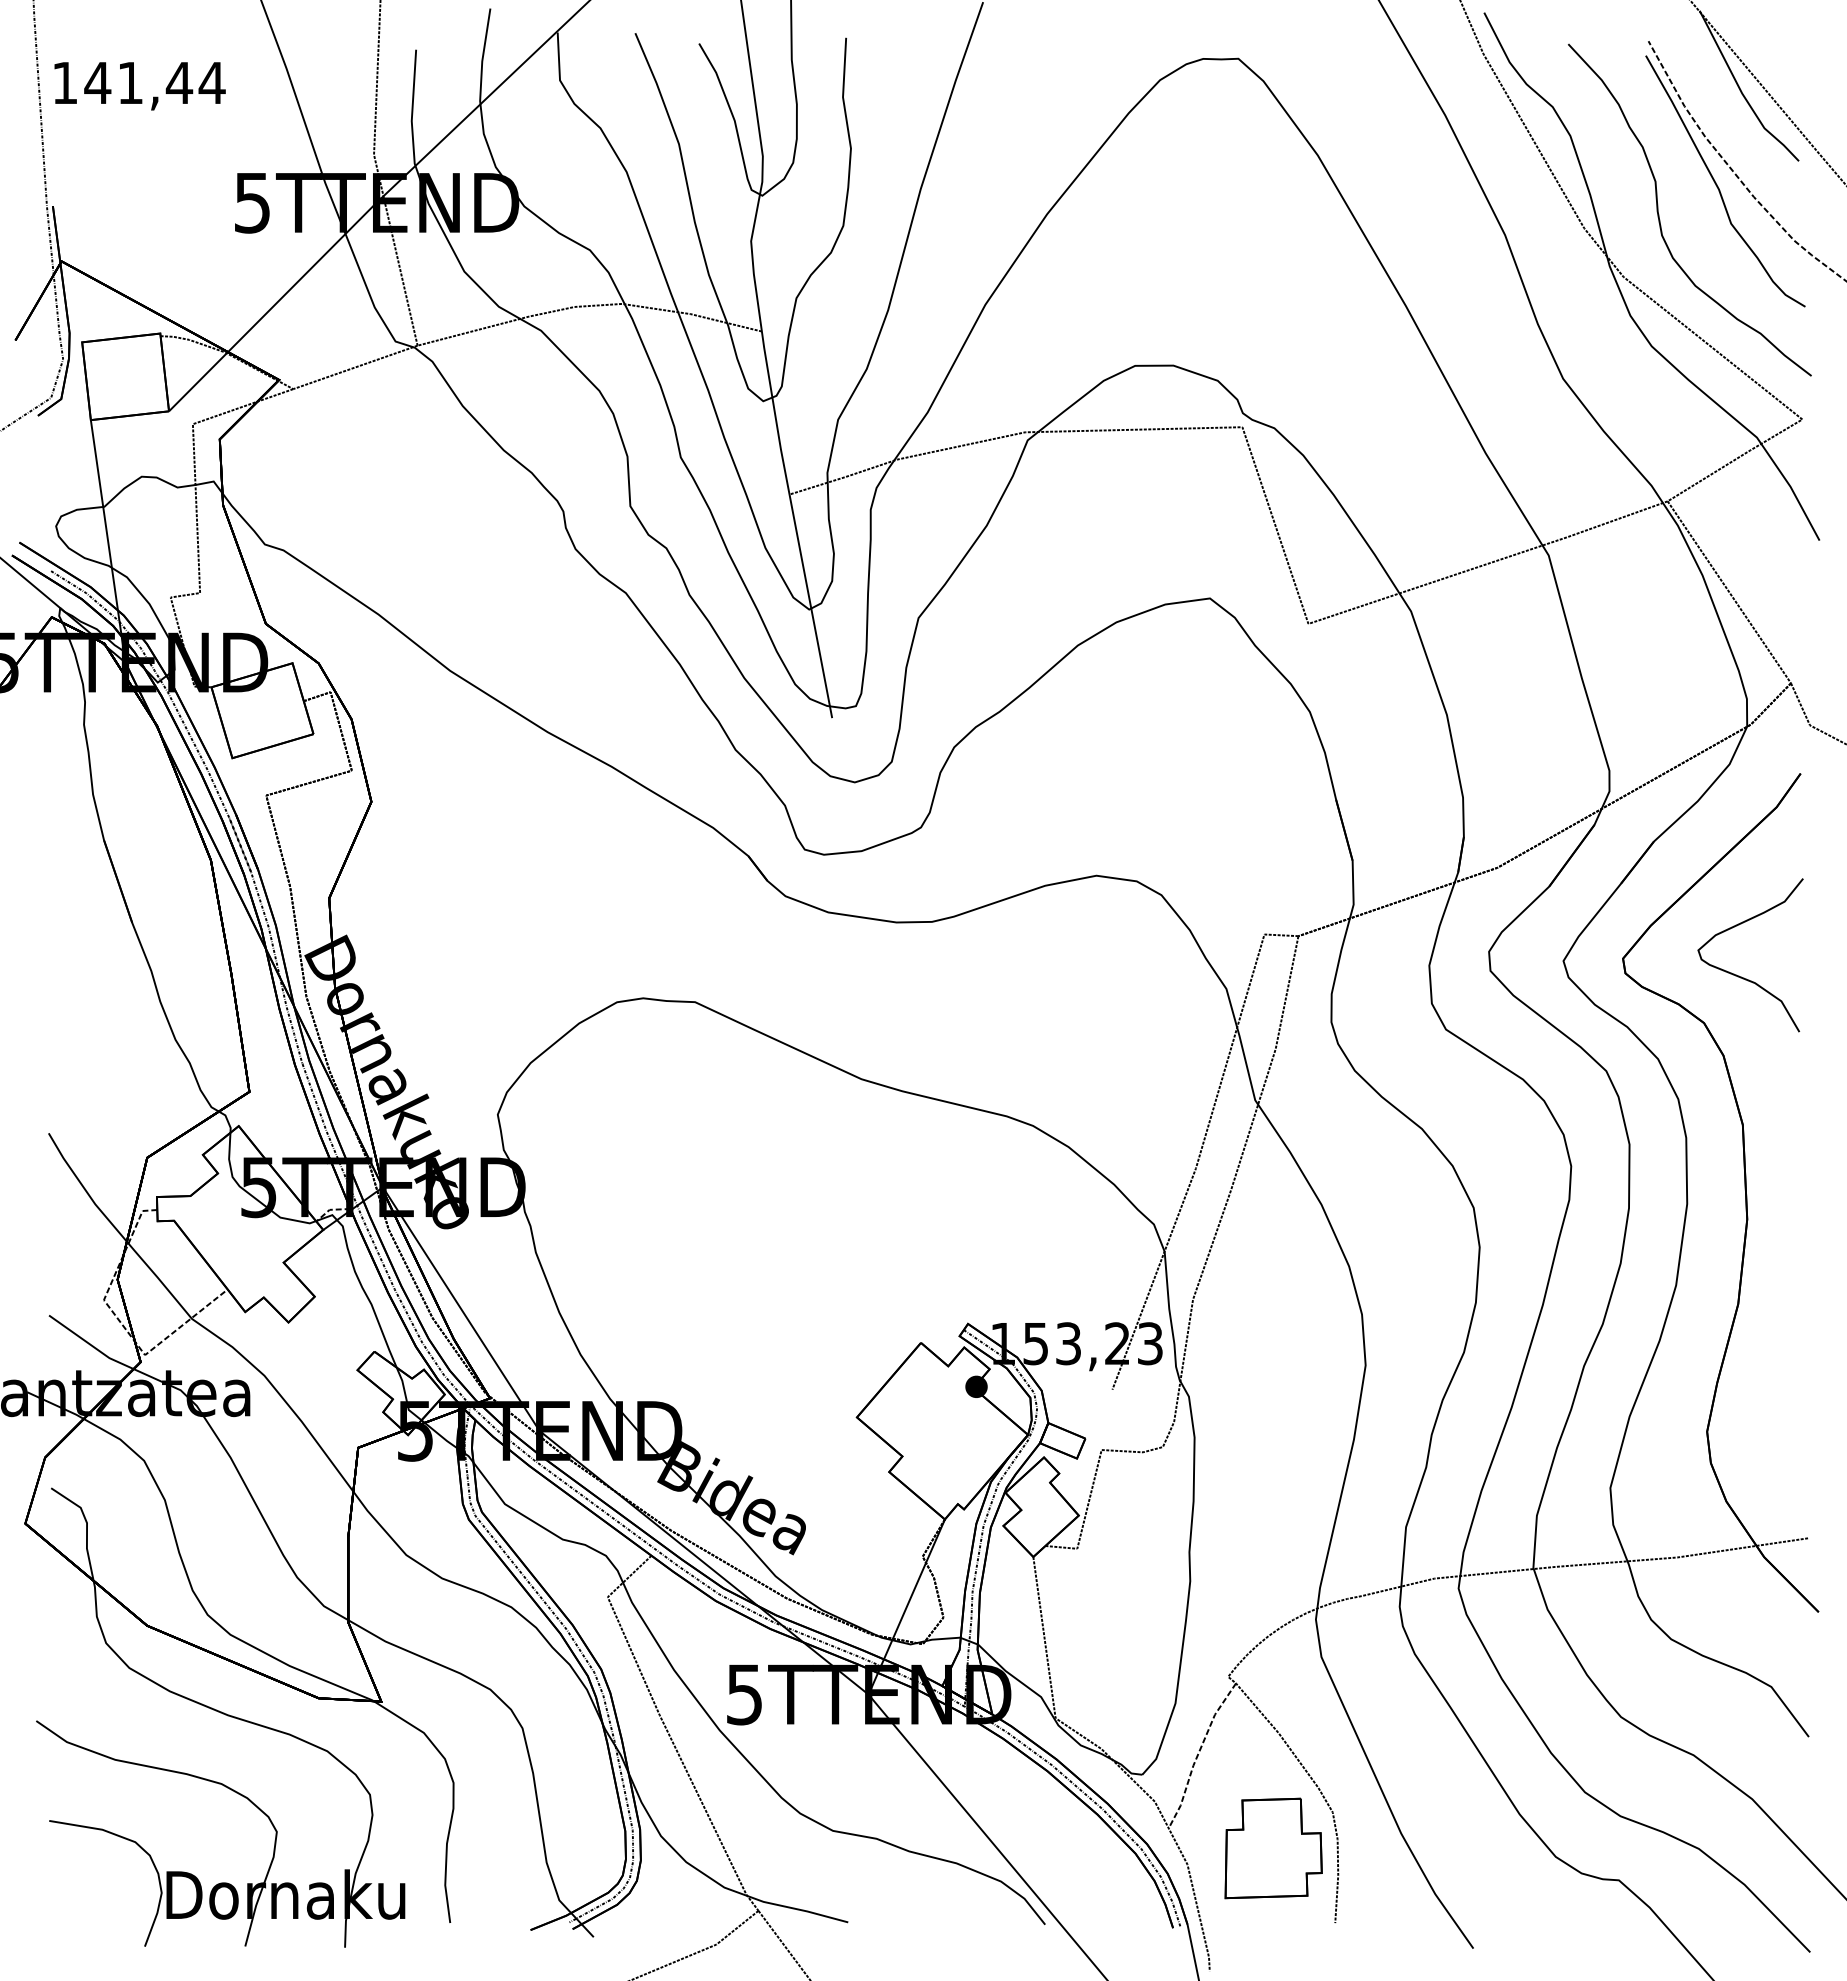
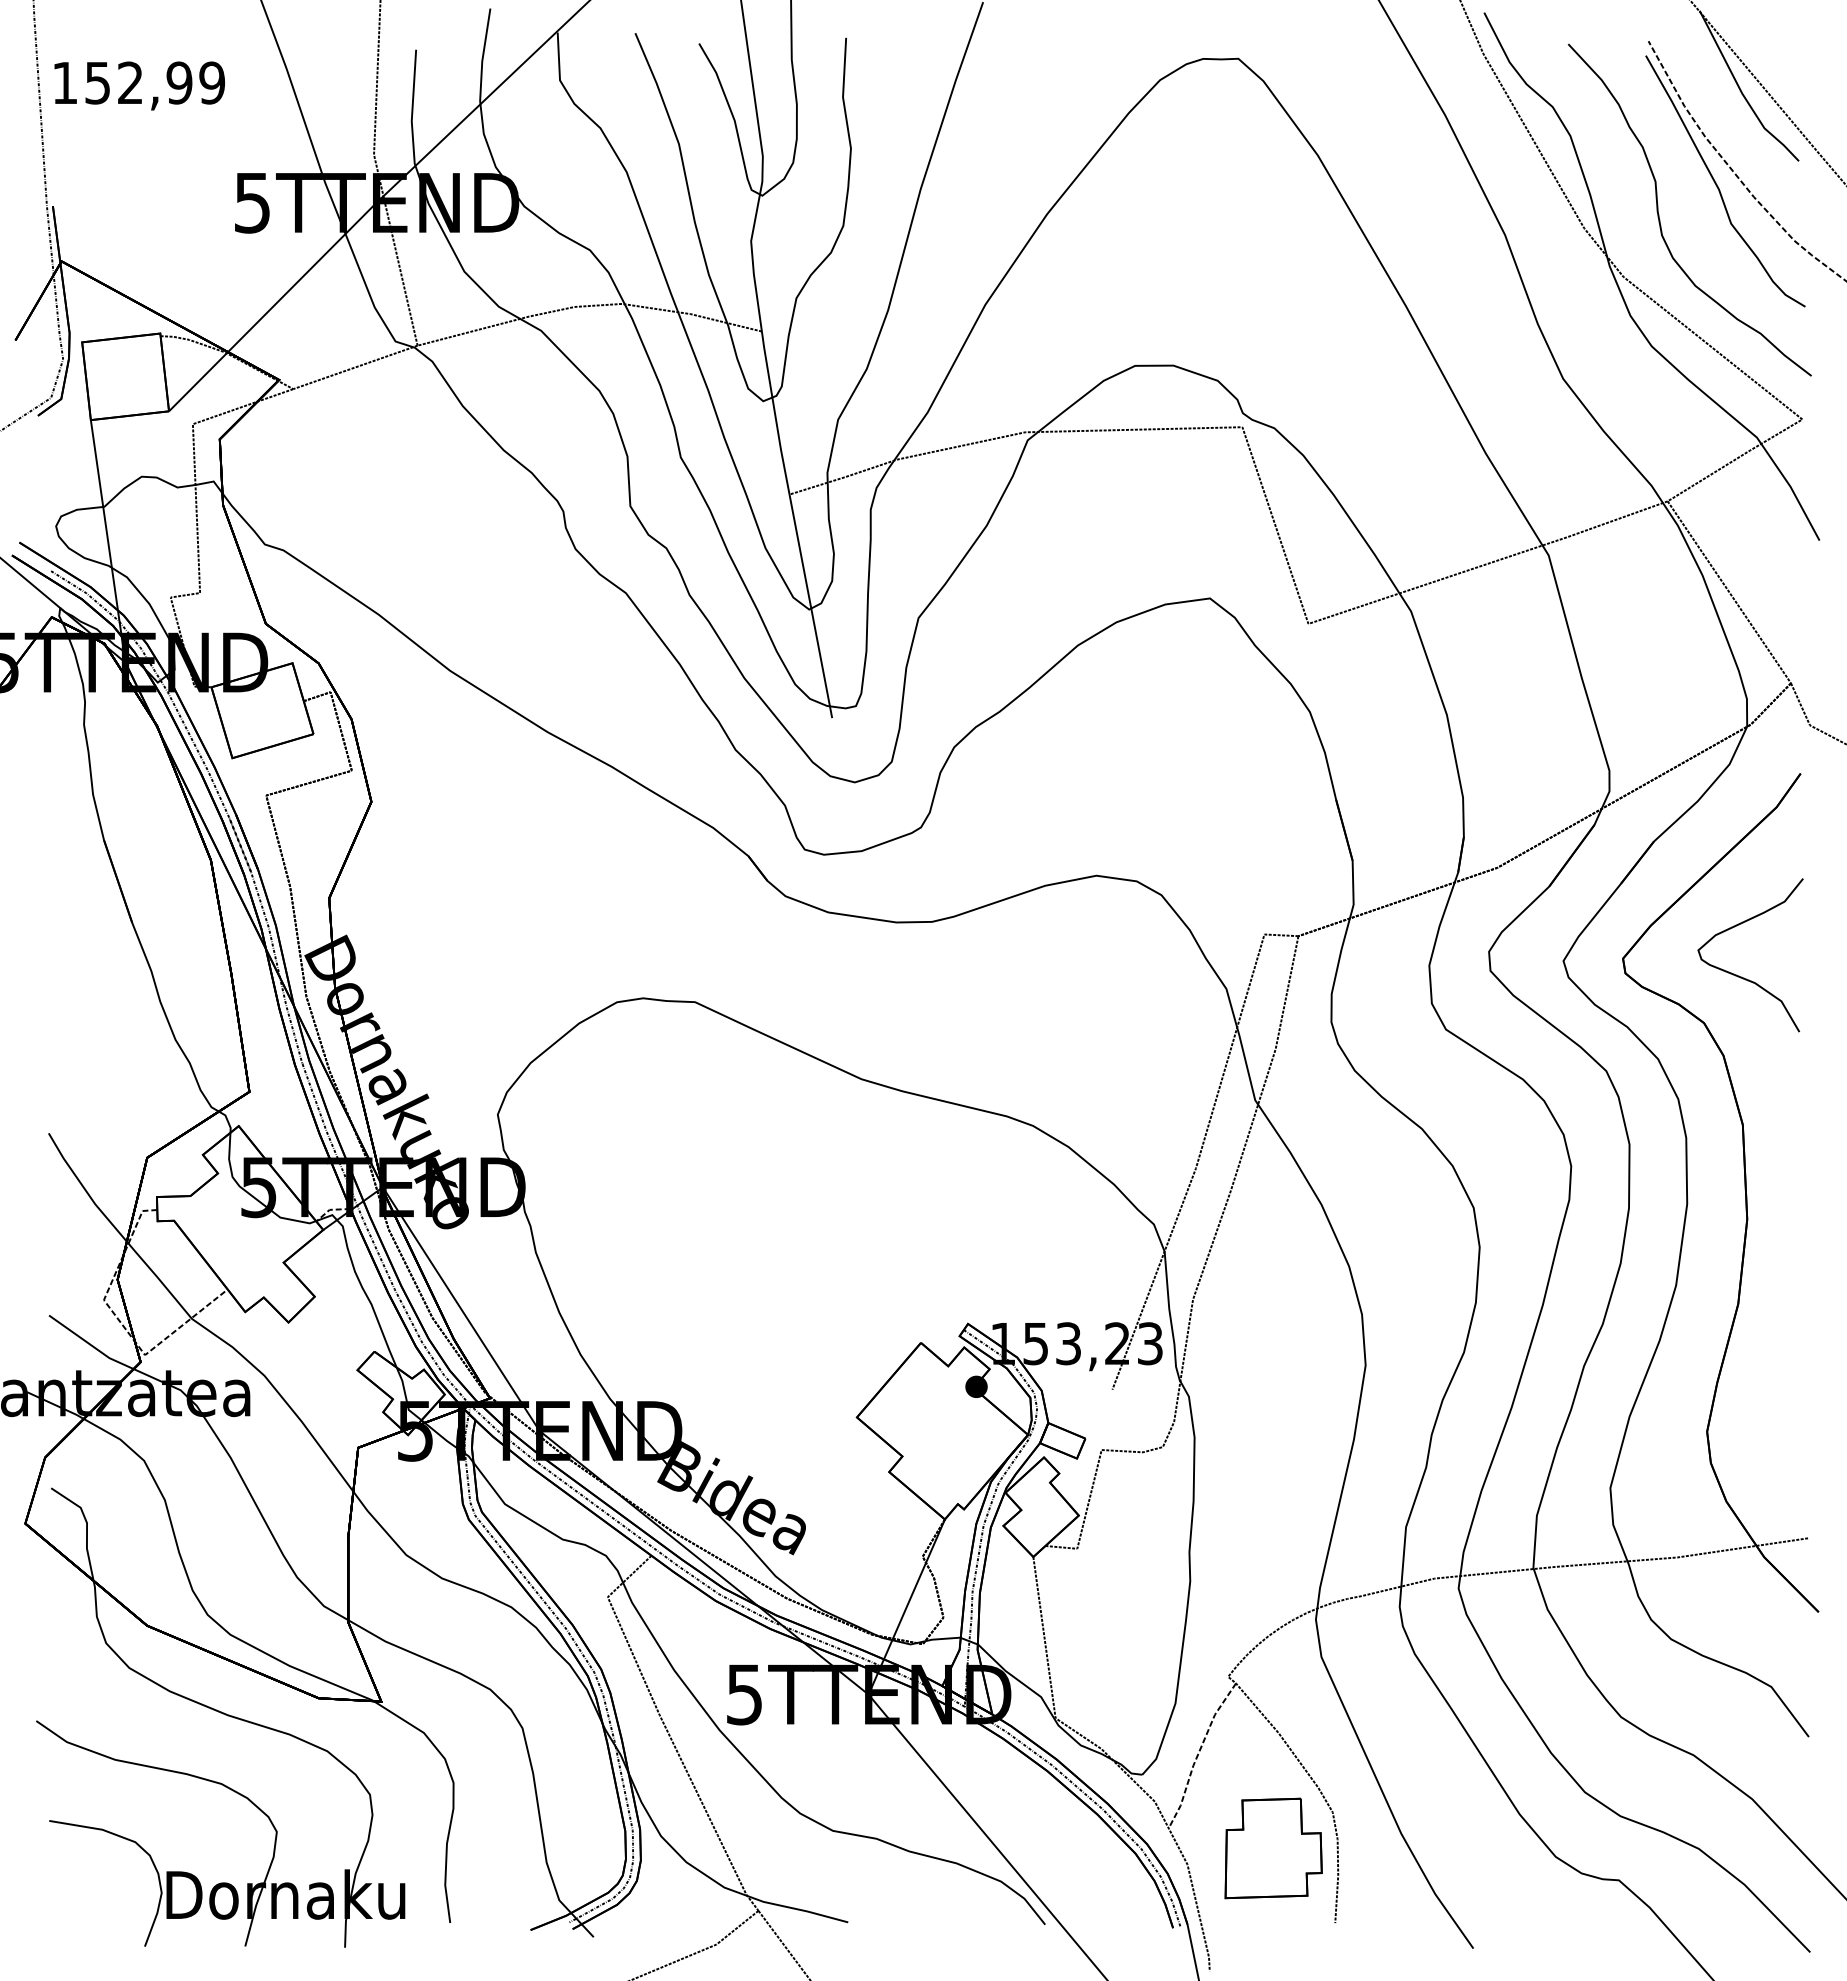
text at (154, 82): 141,44 -> 152,99
